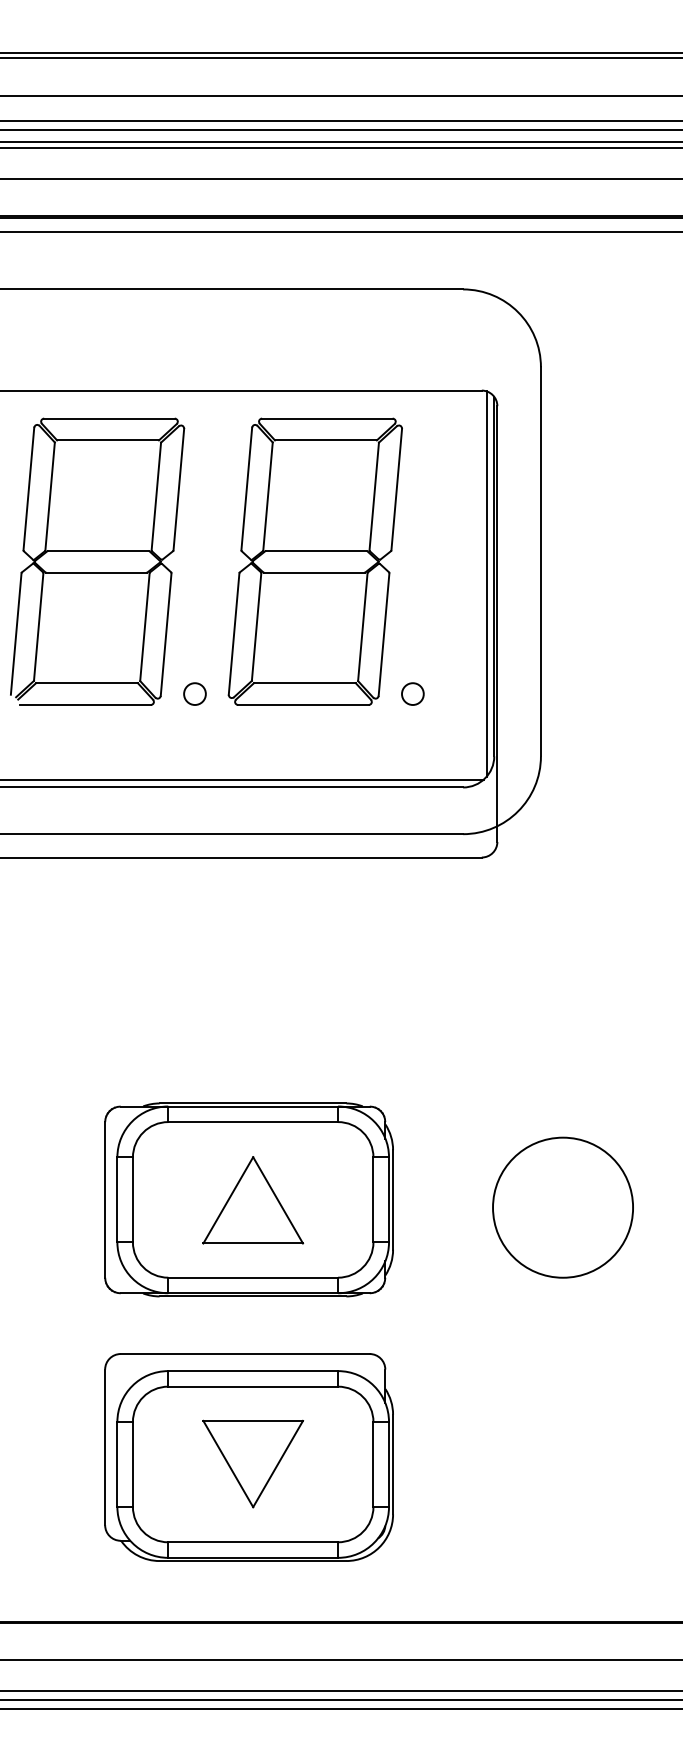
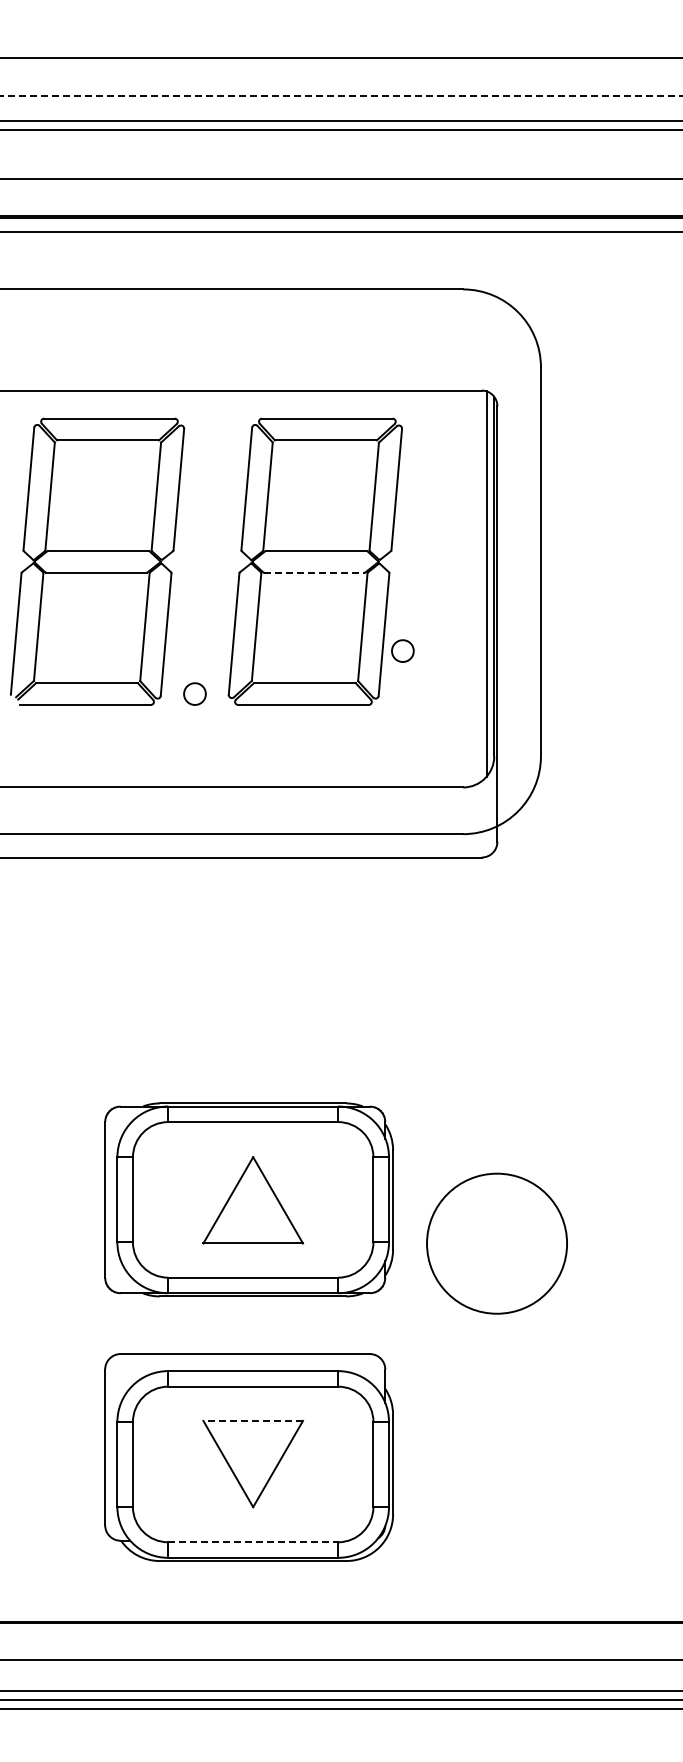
line at (340, 52): present -> none
line at (341, 95): solid -> dashed
line at (340, 141): present -> none
line at (340, 148): present -> none
line at (314, 572): solid -> dashed
circle at (412, 693) position: (412, 693) -> (402, 650)
line at (242, 779): present -> none
circle at (562, 1207) position: (562, 1207) -> (496, 1243)
line at (253, 1420): solid -> dashed
line at (253, 1542): solid -> dashed
